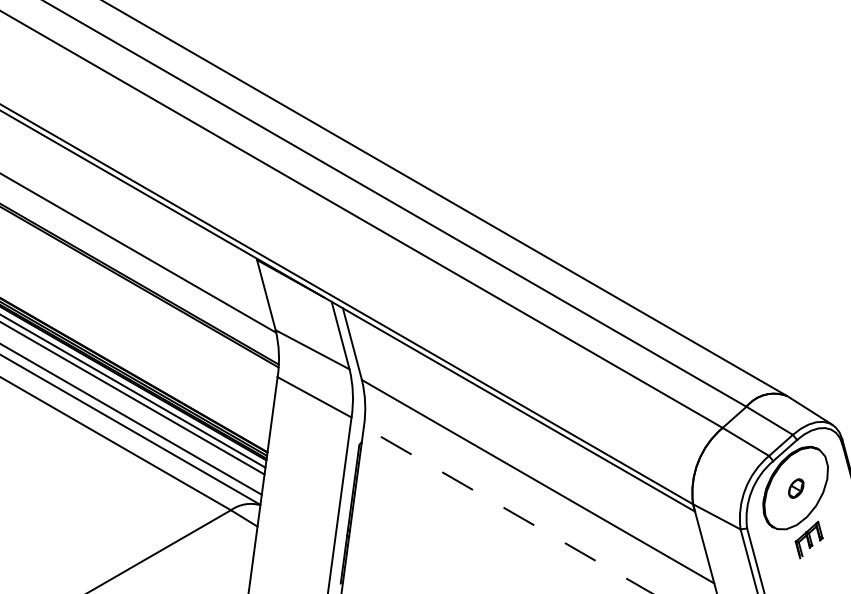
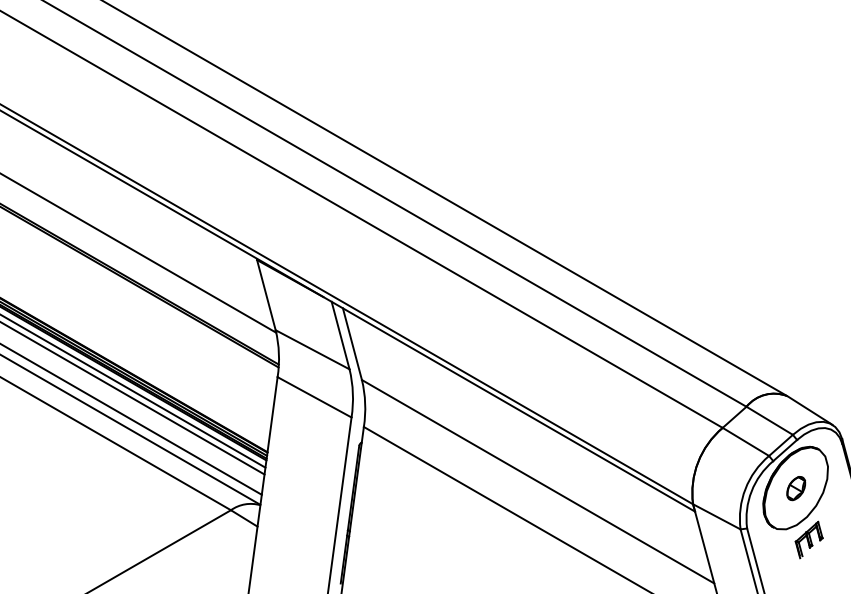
part at (796, 488) size: 17x21 px -> 21x26 px
line at (508, 510): dashed -> solid
